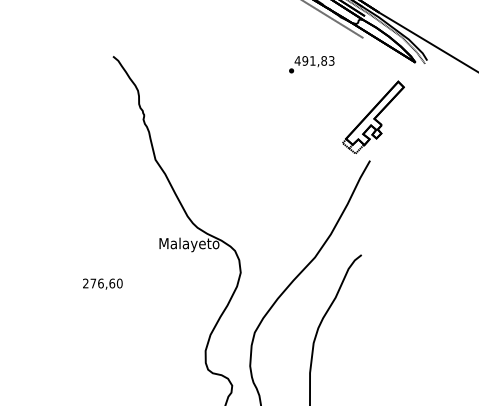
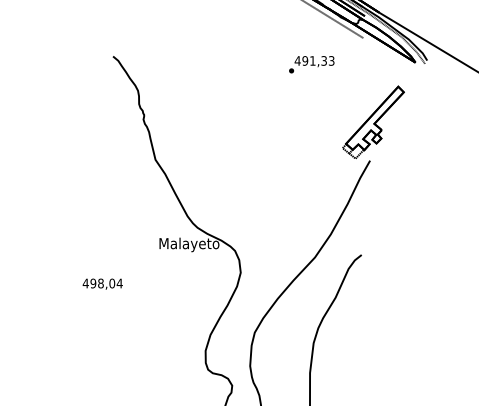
text at (324, 60): 491,83 -> 491,33
part at (373, 116) position: (373, 116) -> (373, 121)
text at (102, 283): 276,60 -> 498,04
